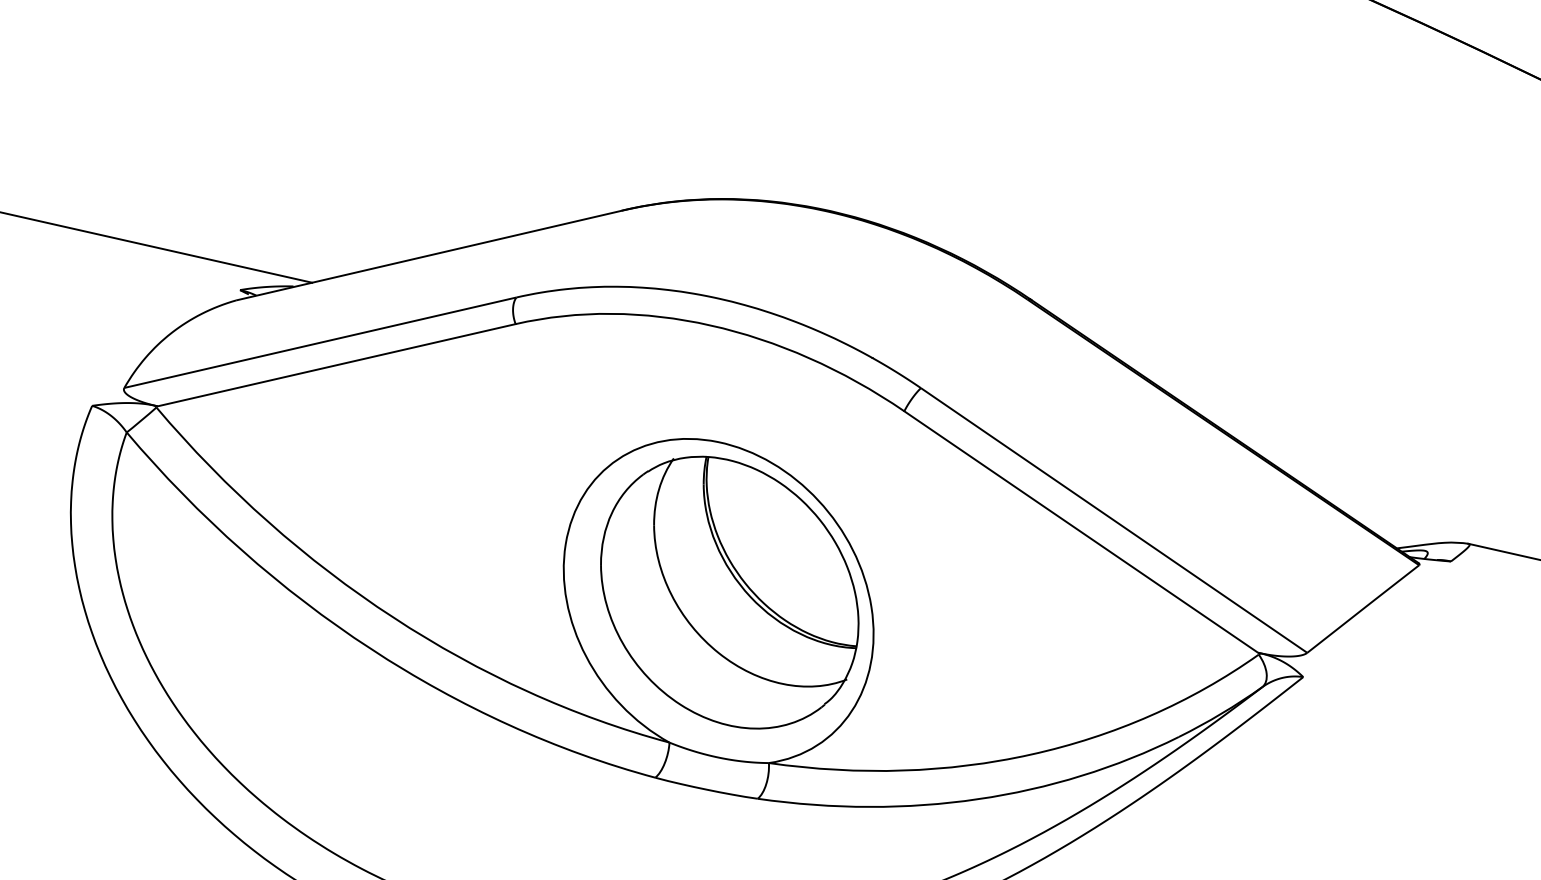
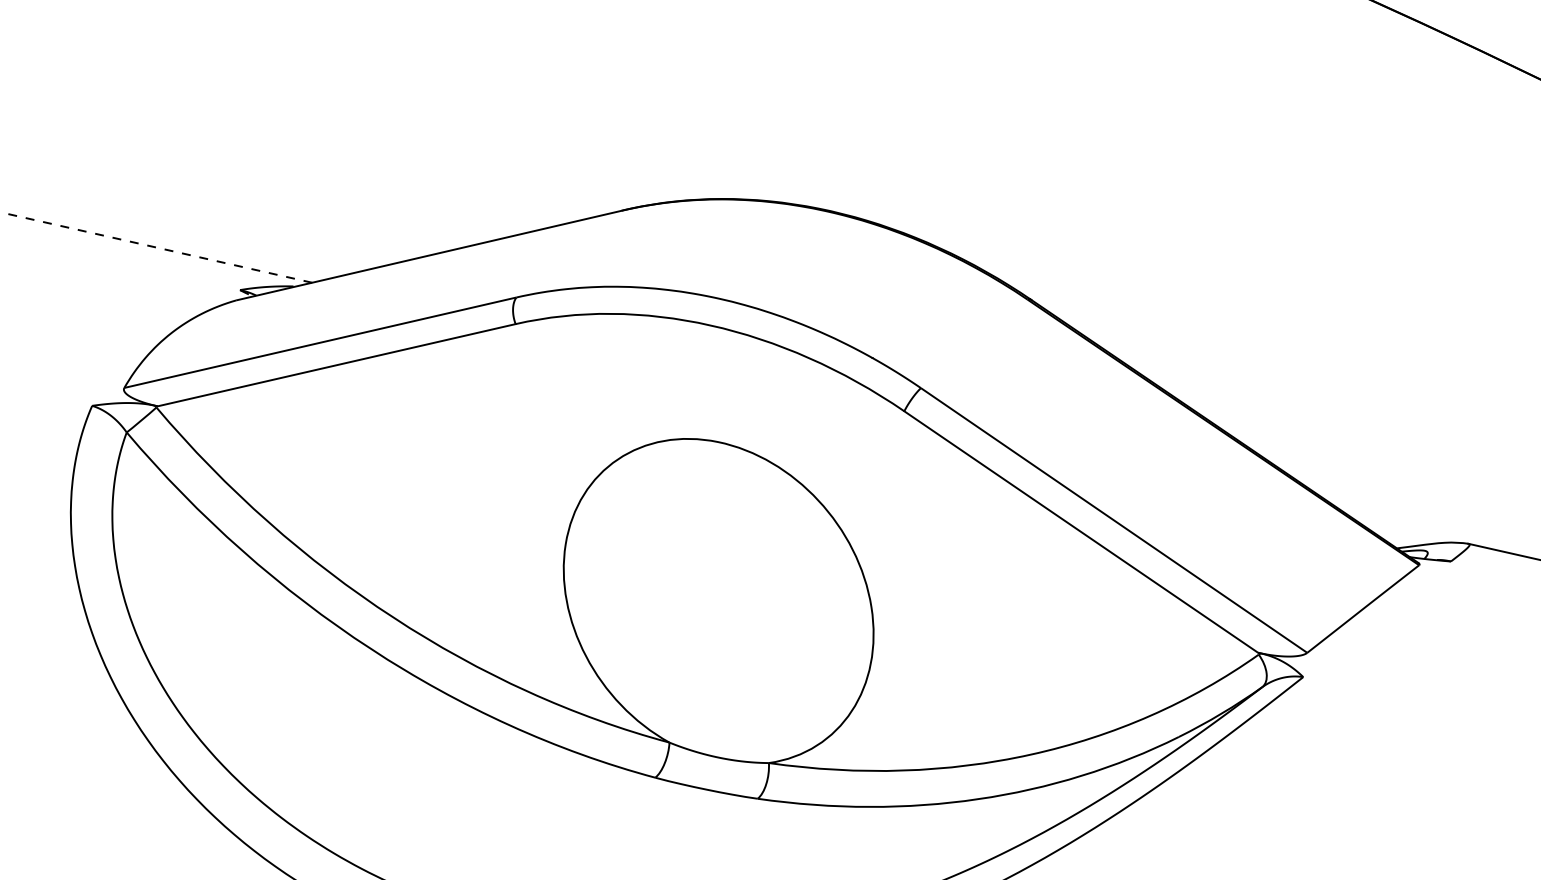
line at (156, 247): solid -> dashed
part at (729, 592): present -> none
